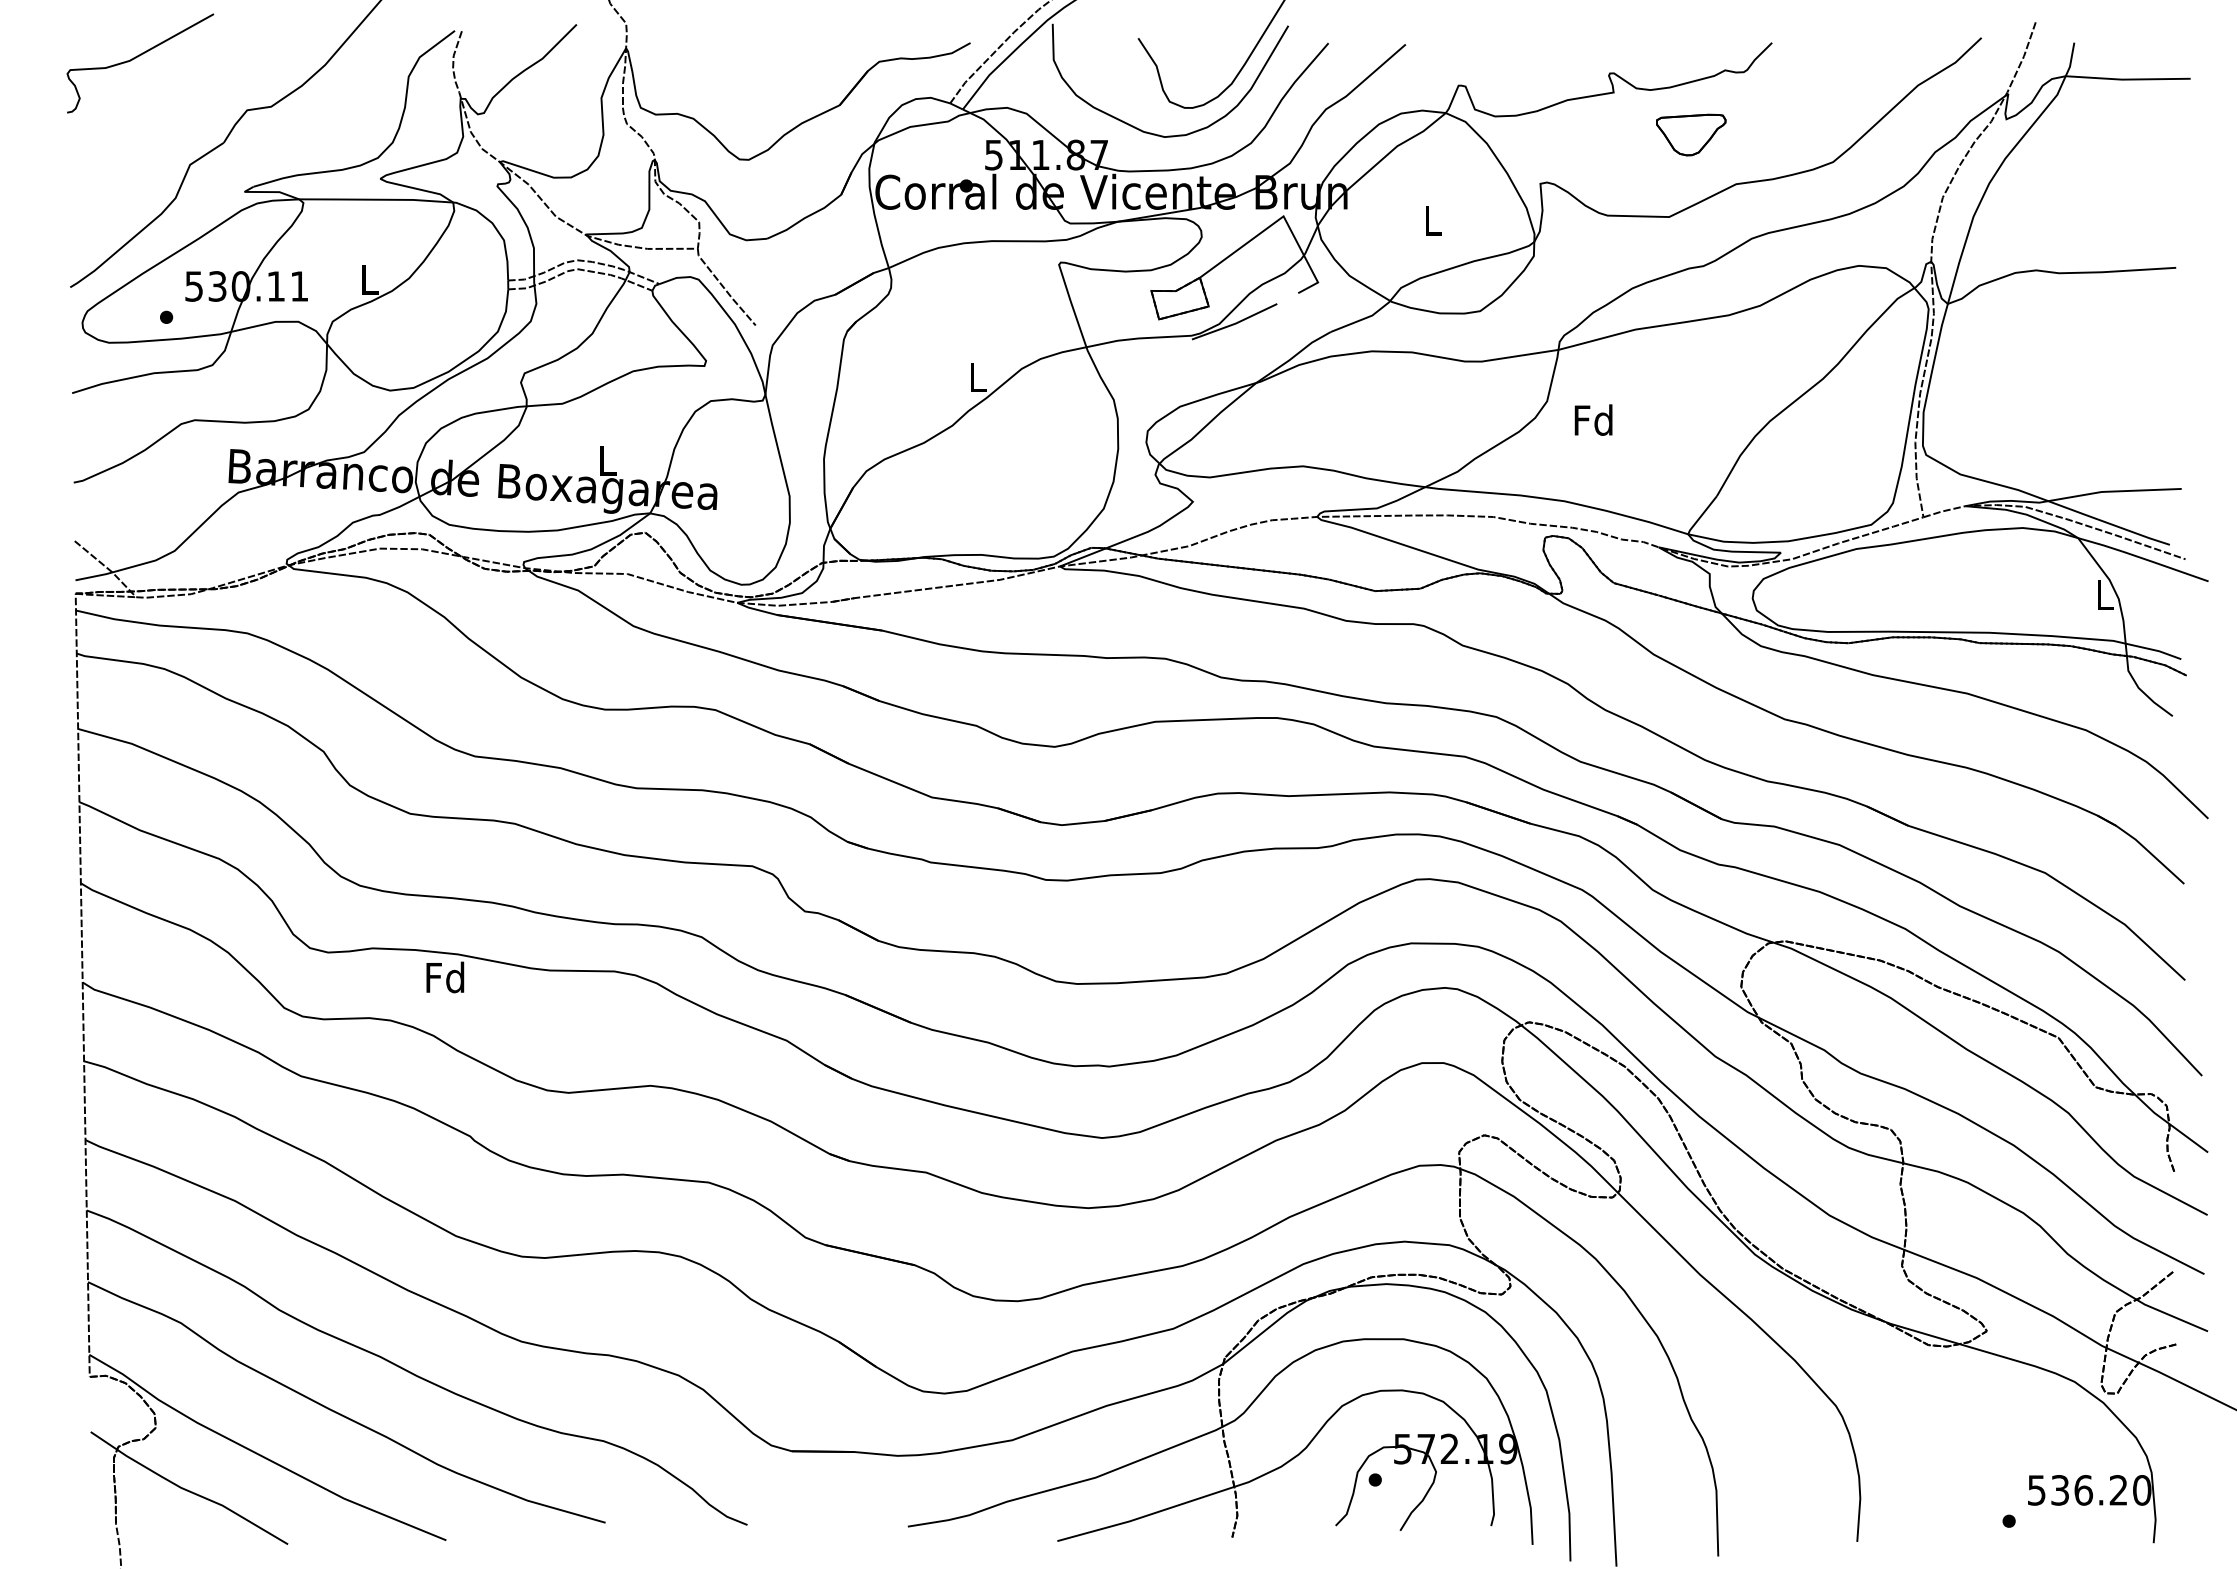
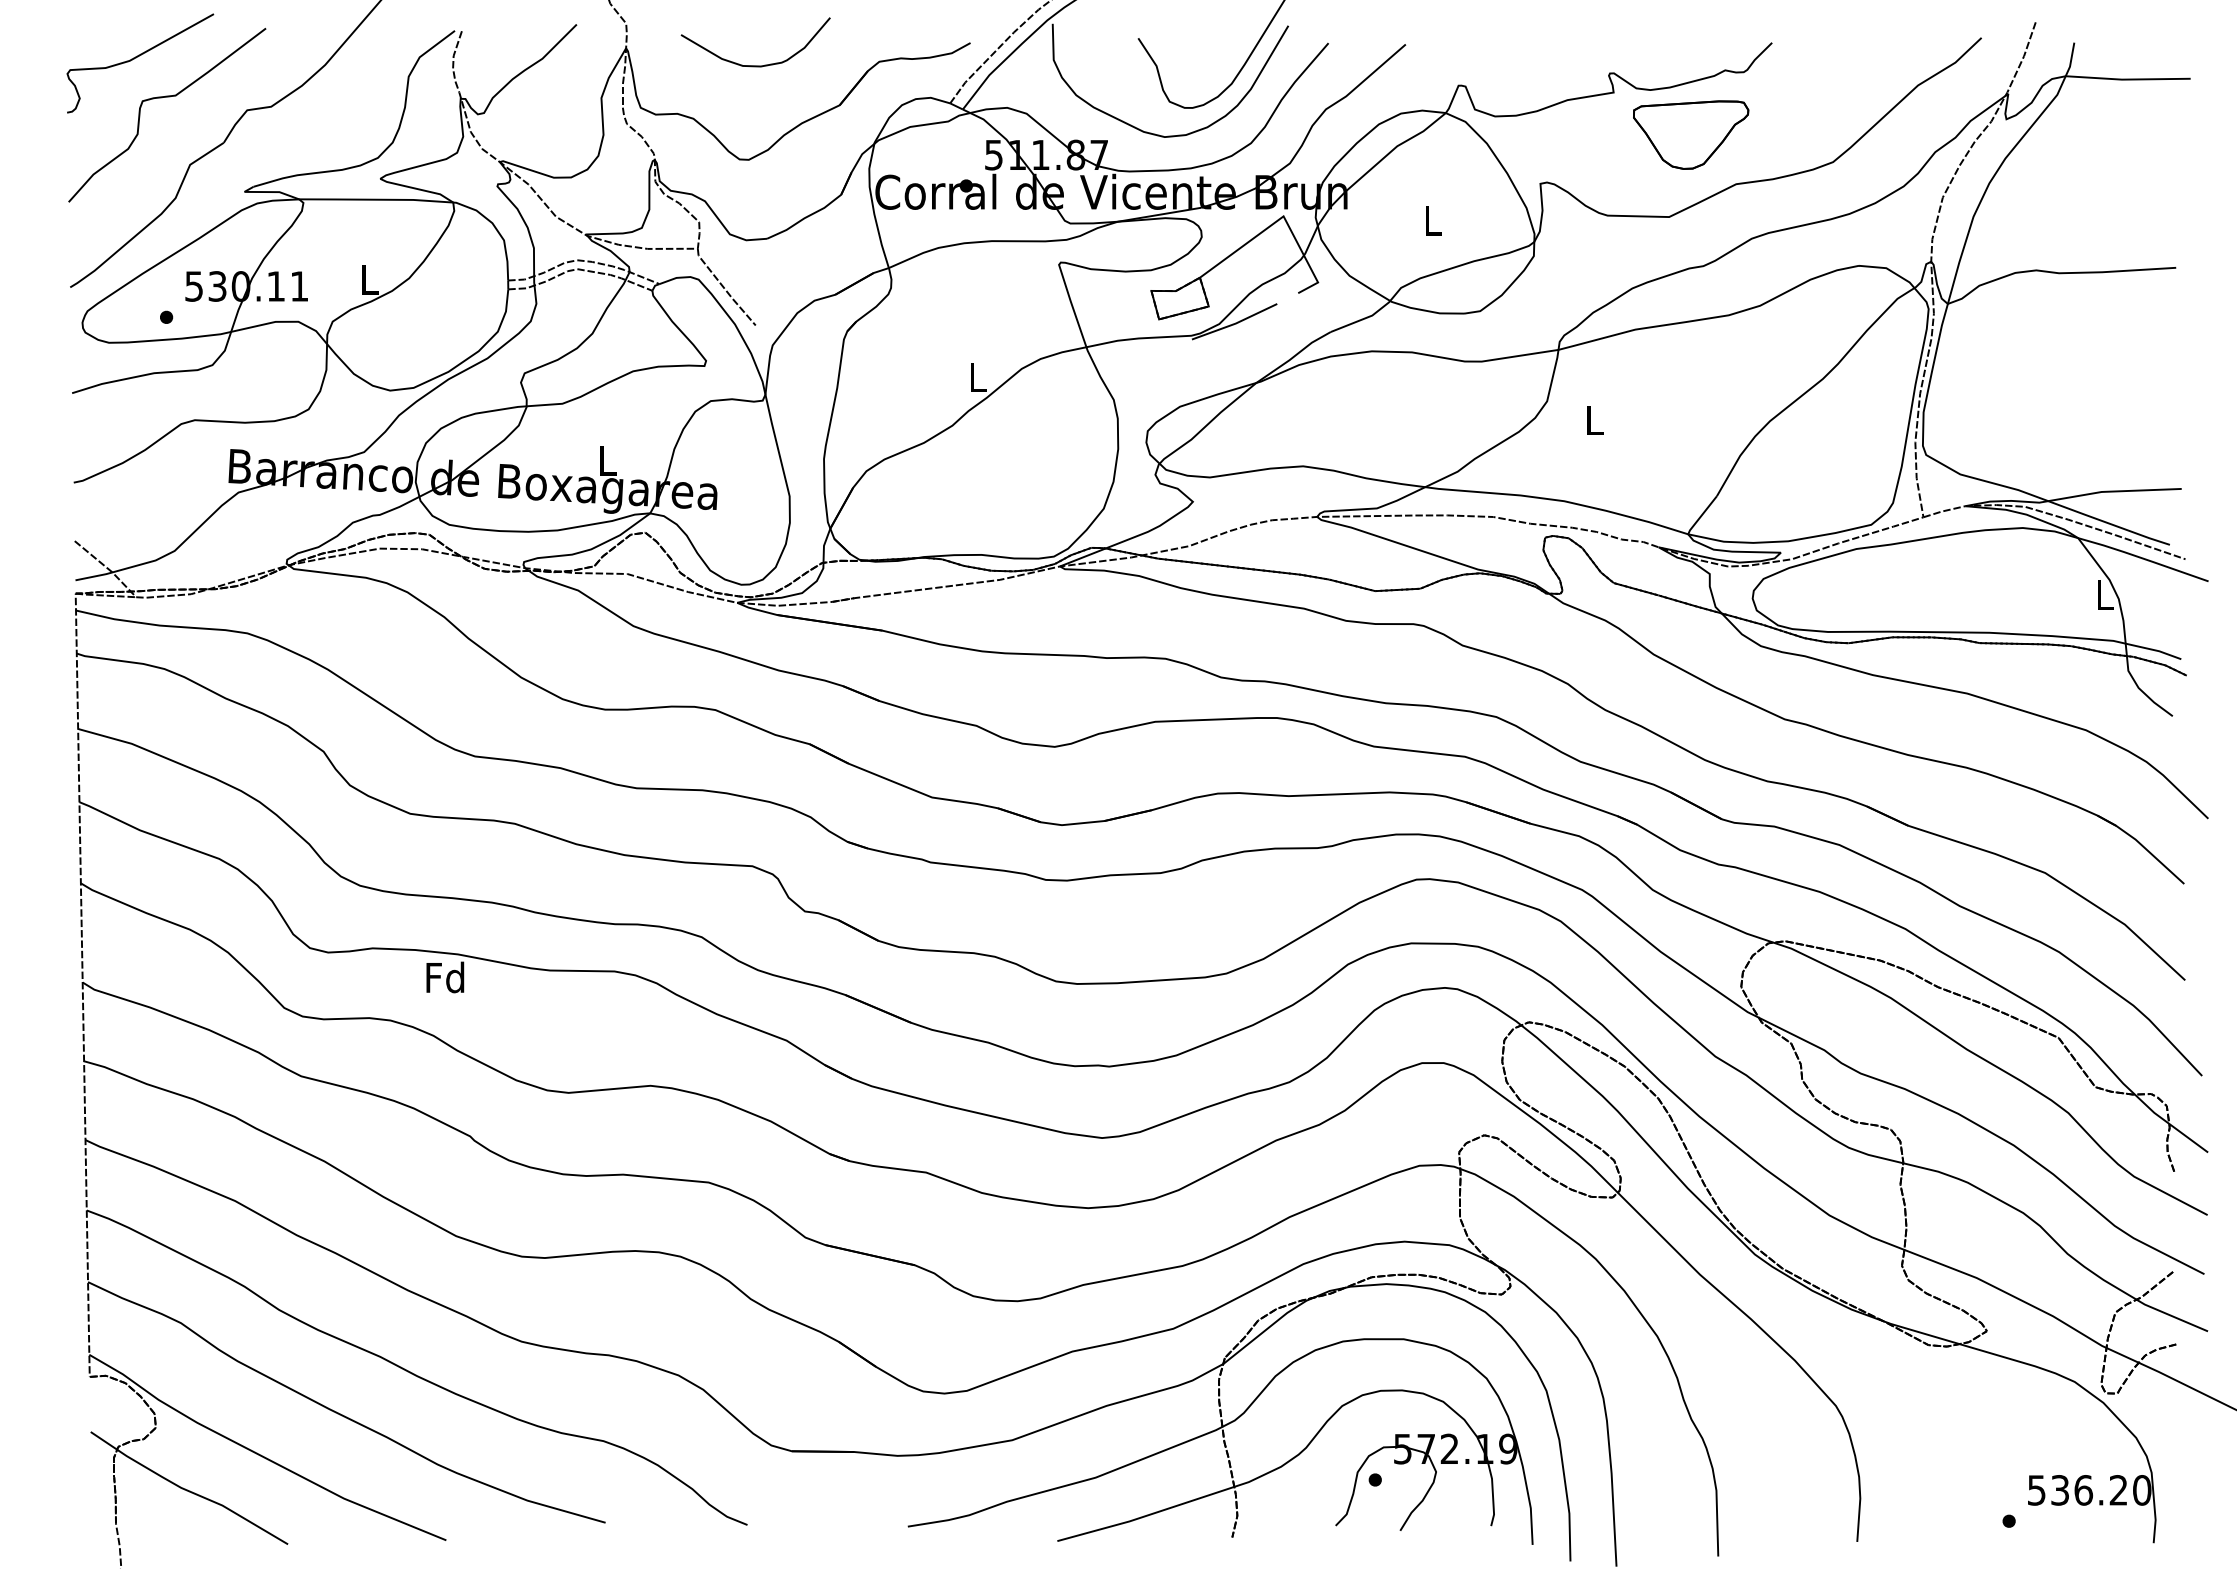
curve at (755, 65): none -> present
curve at (162, 98): none -> present
part at (1691, 134) size: 71x44 px -> 117x70 px
text at (1593, 419): Fd -> L
